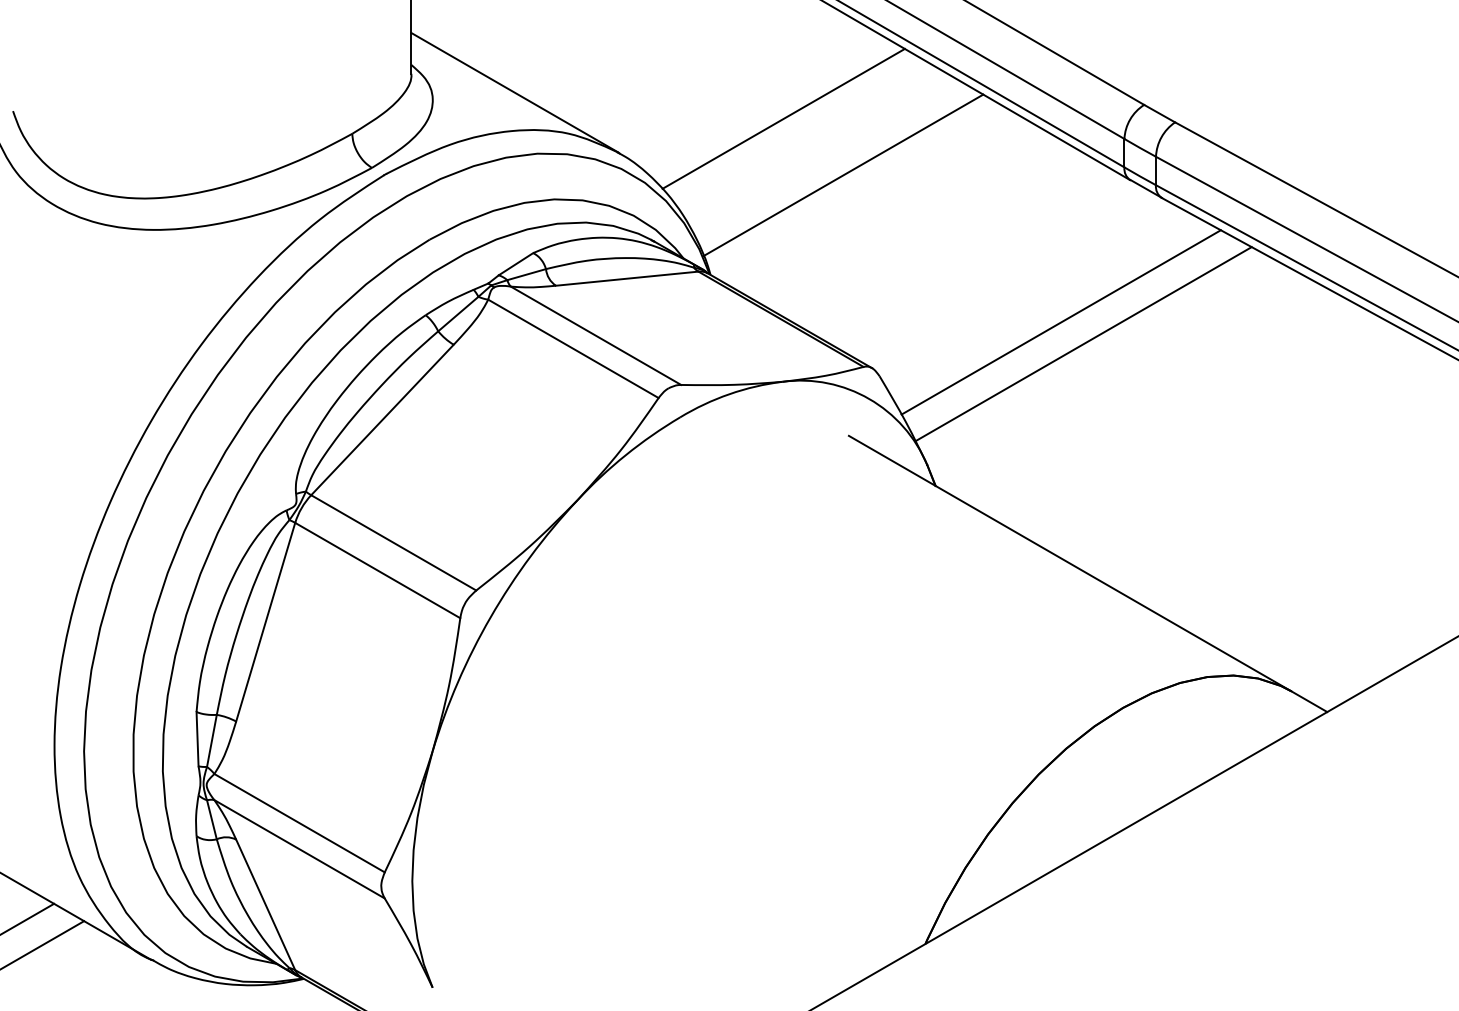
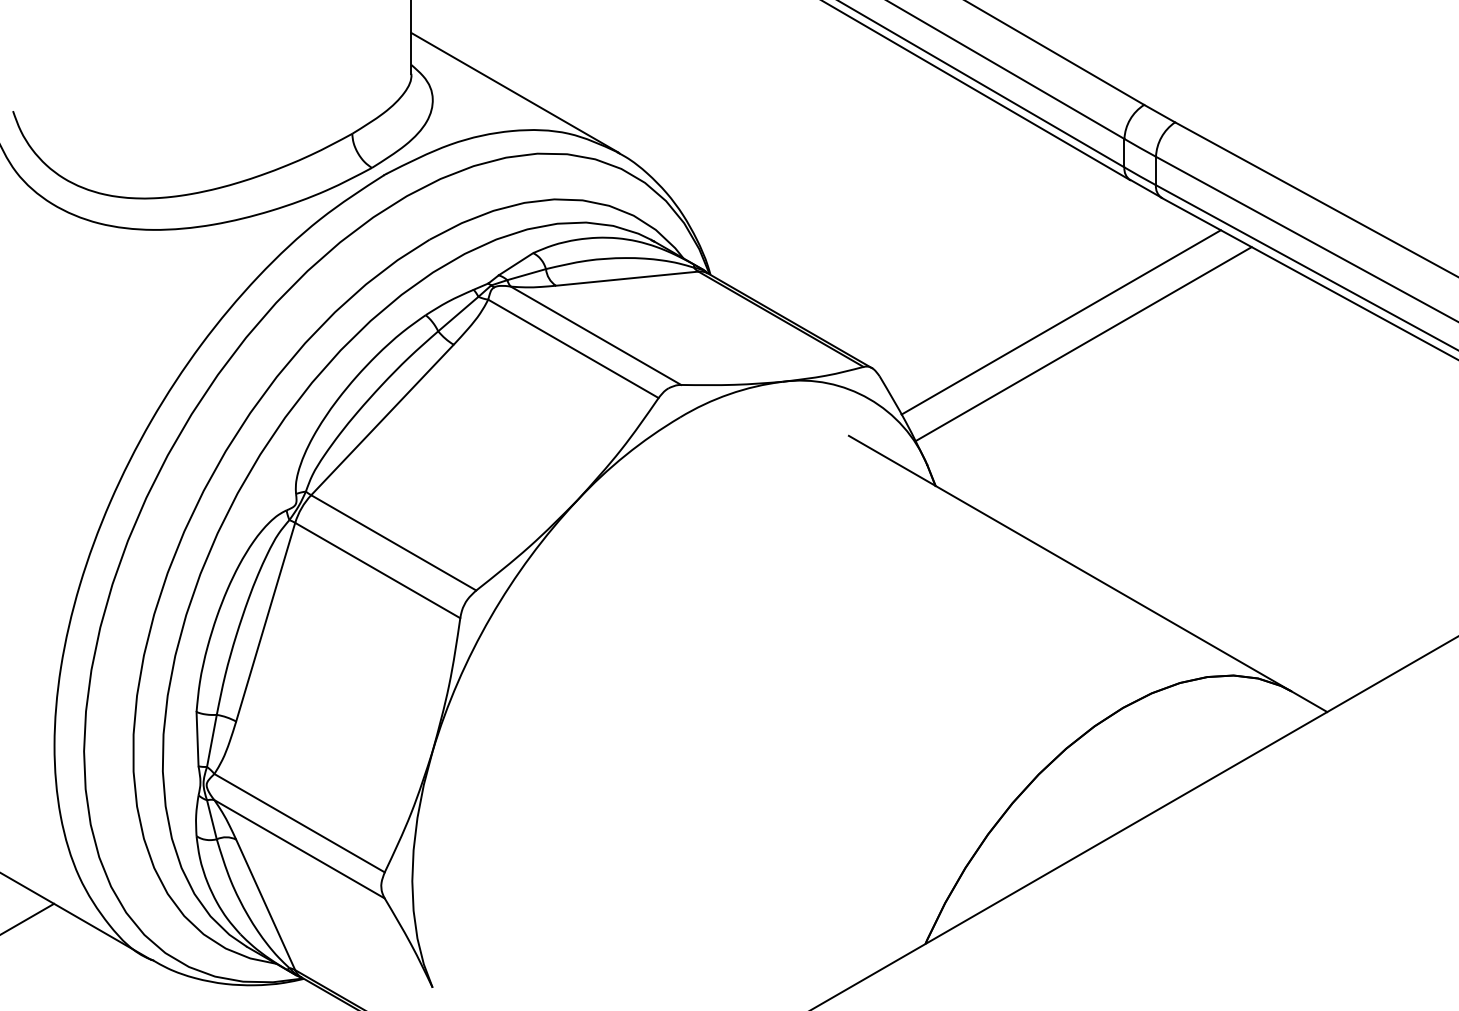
line at (783, 118): present -> none
line at (843, 175): present -> none
line at (43, 944): present -> none
